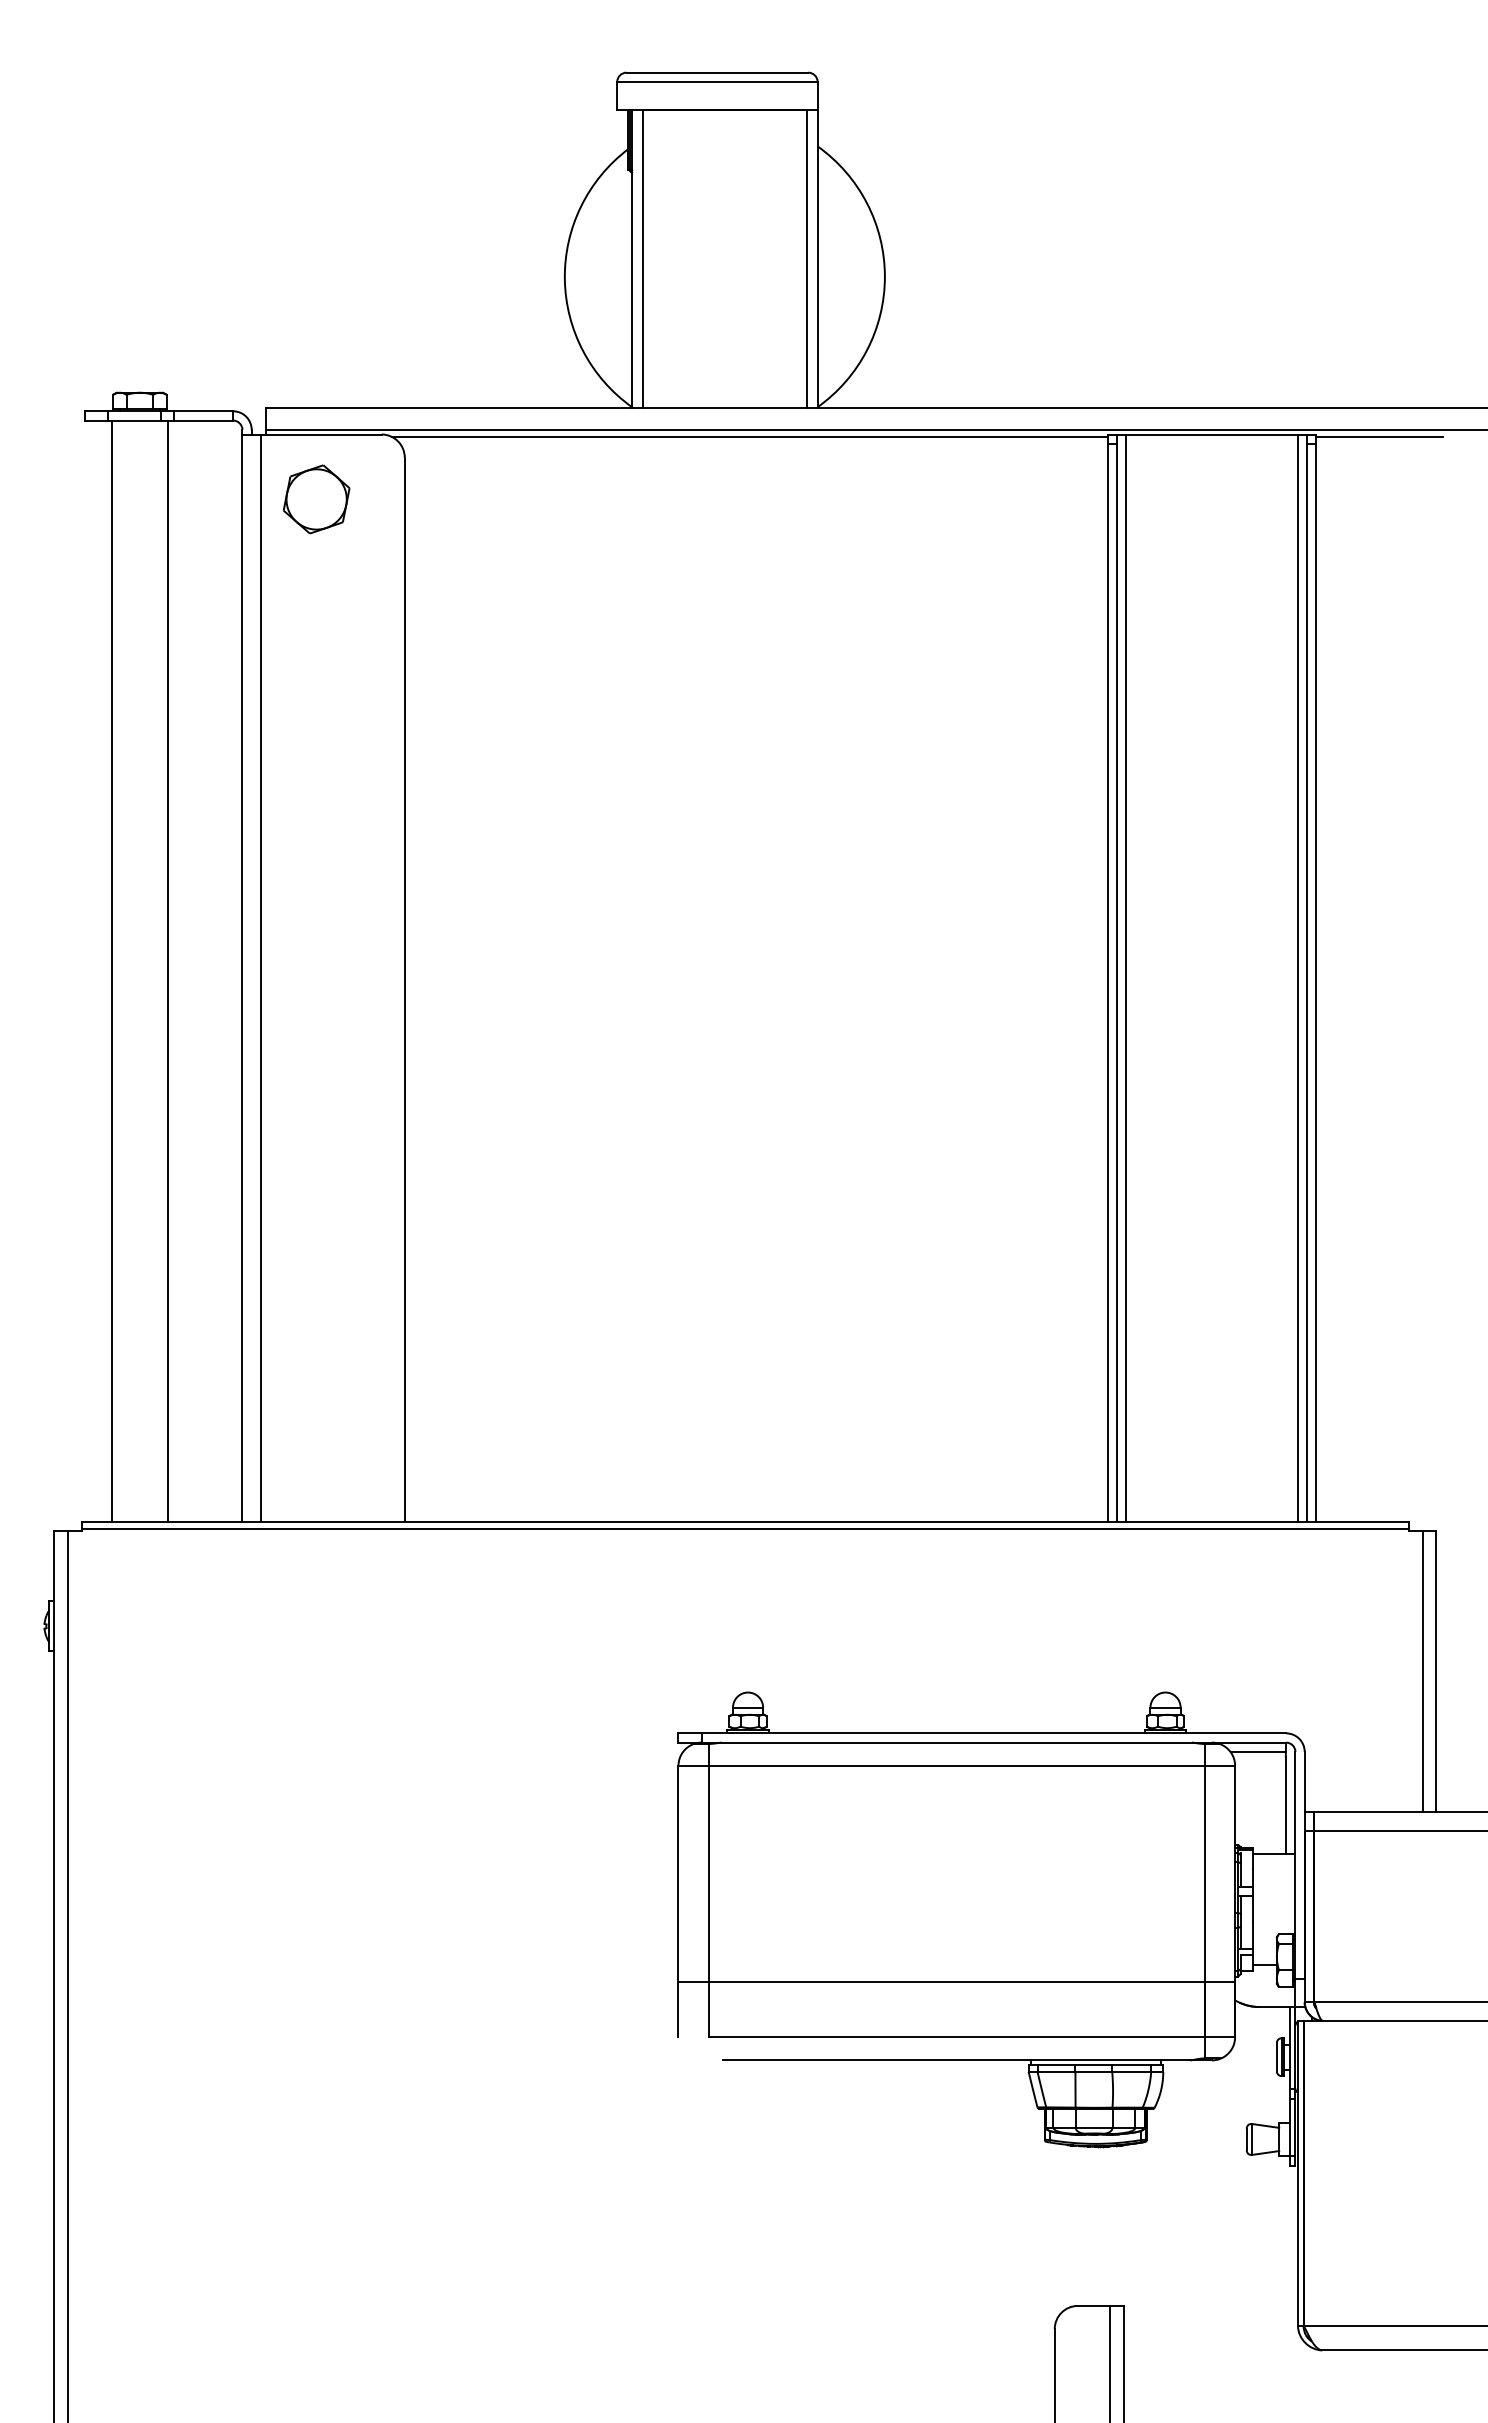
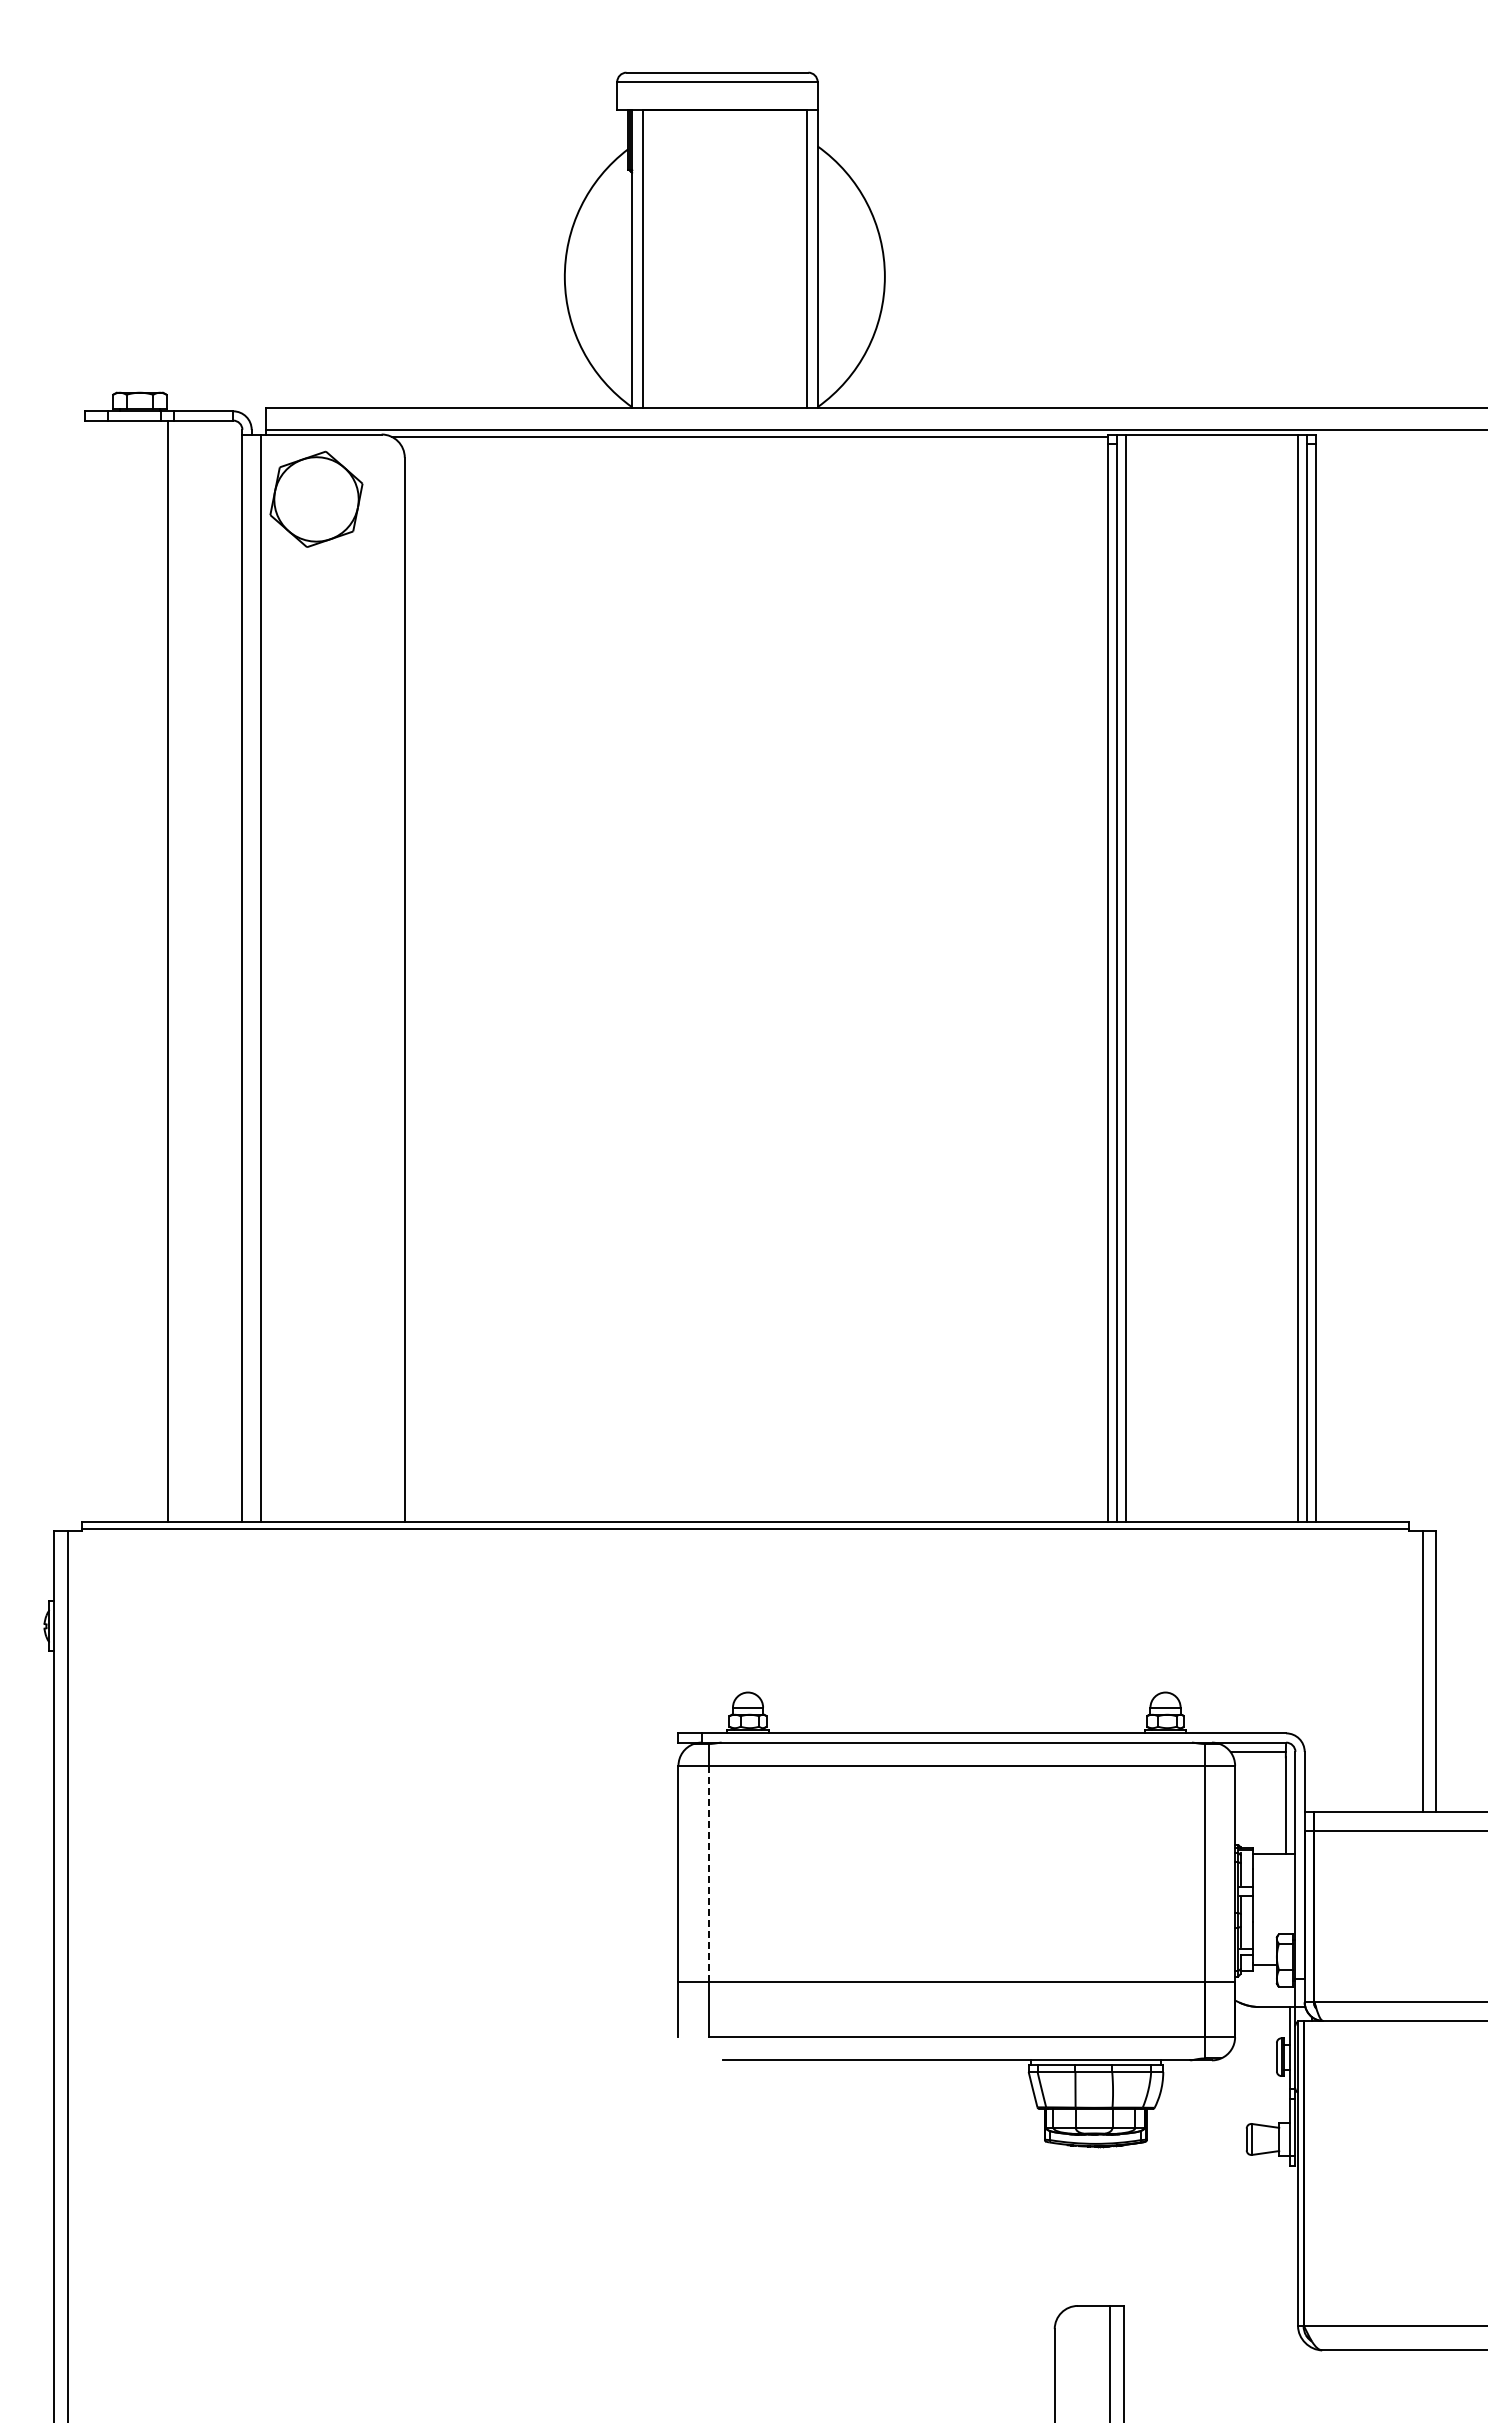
line at (1379, 437): present -> none
part at (316, 499) size: 68x71 px -> 95x98 px
line at (112, 970): present -> none
line at (708, 1873): solid -> dashed
